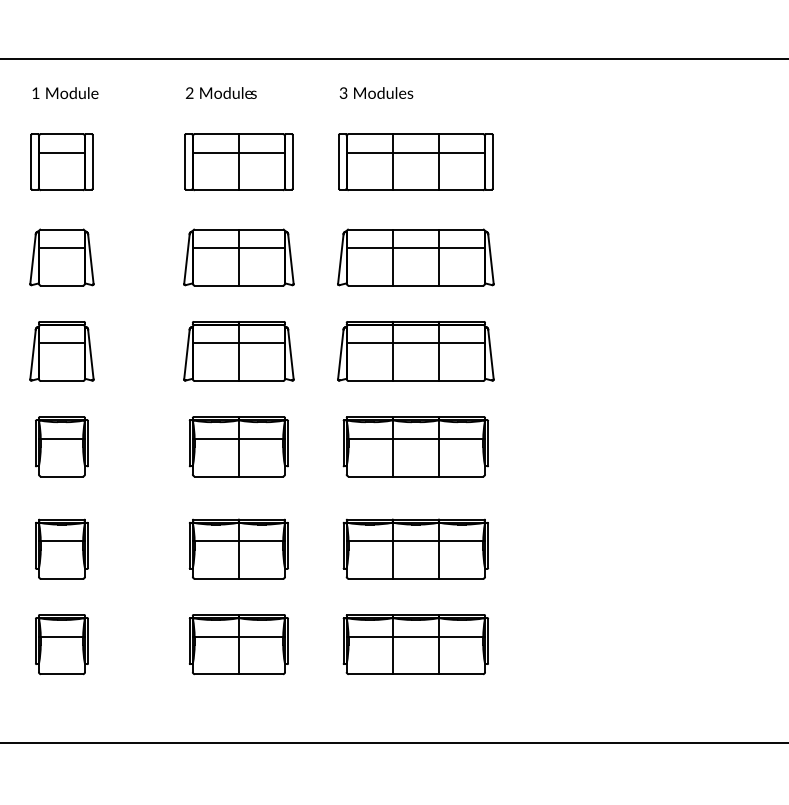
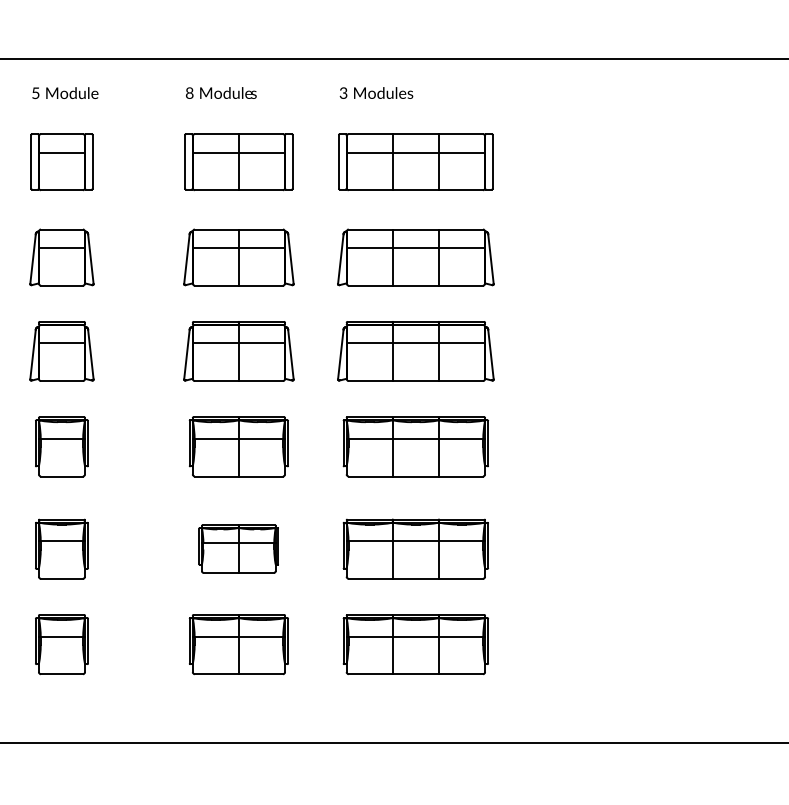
text at (35, 93): 1 -> 5
text at (189, 93): 2 -> 8
part at (238, 548) size: 101x62 px -> 81x50 px
